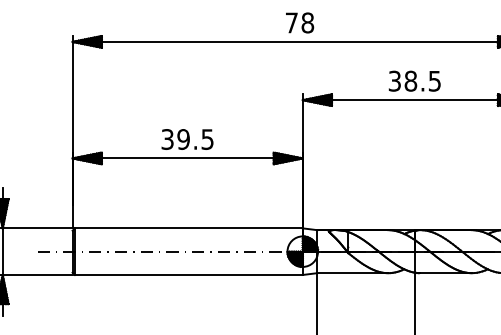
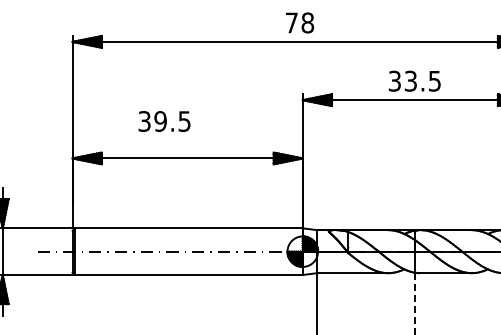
text at (410, 80): 38.5 -> 33.5
text at (187, 139) position: (187, 139) -> (164, 121)
line at (415, 304): solid -> dashed
